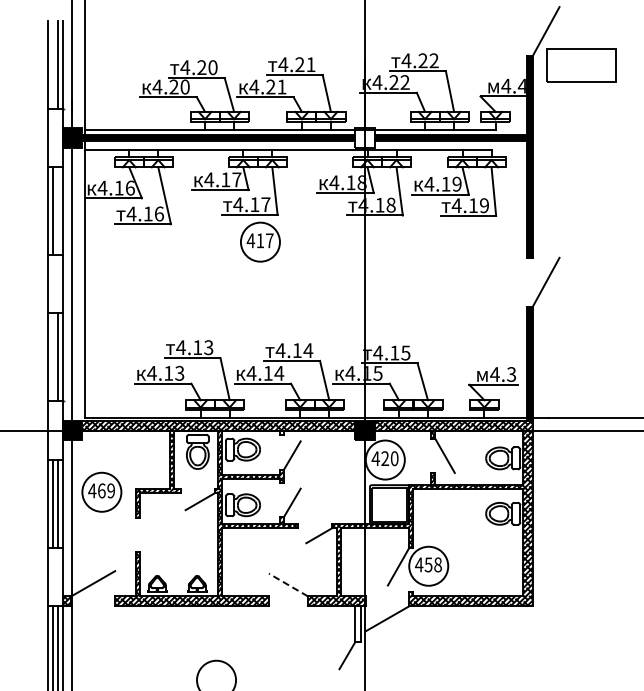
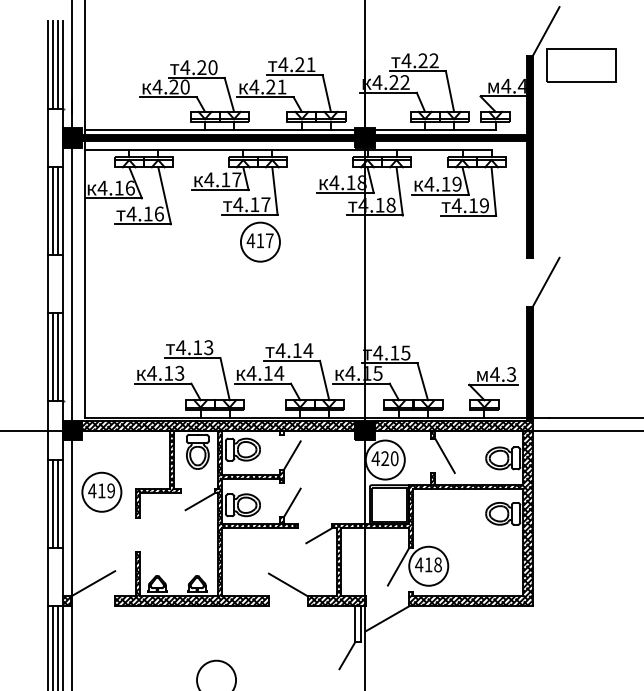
line at (52, 64): none -> present
fill at (364, 137): none -> present
line at (57, 210): none -> present
line at (52, 357): none -> present
text at (101, 490): 469 -> 419
text at (428, 564): 458 -> 418
line at (288, 585): dashed -> solid
